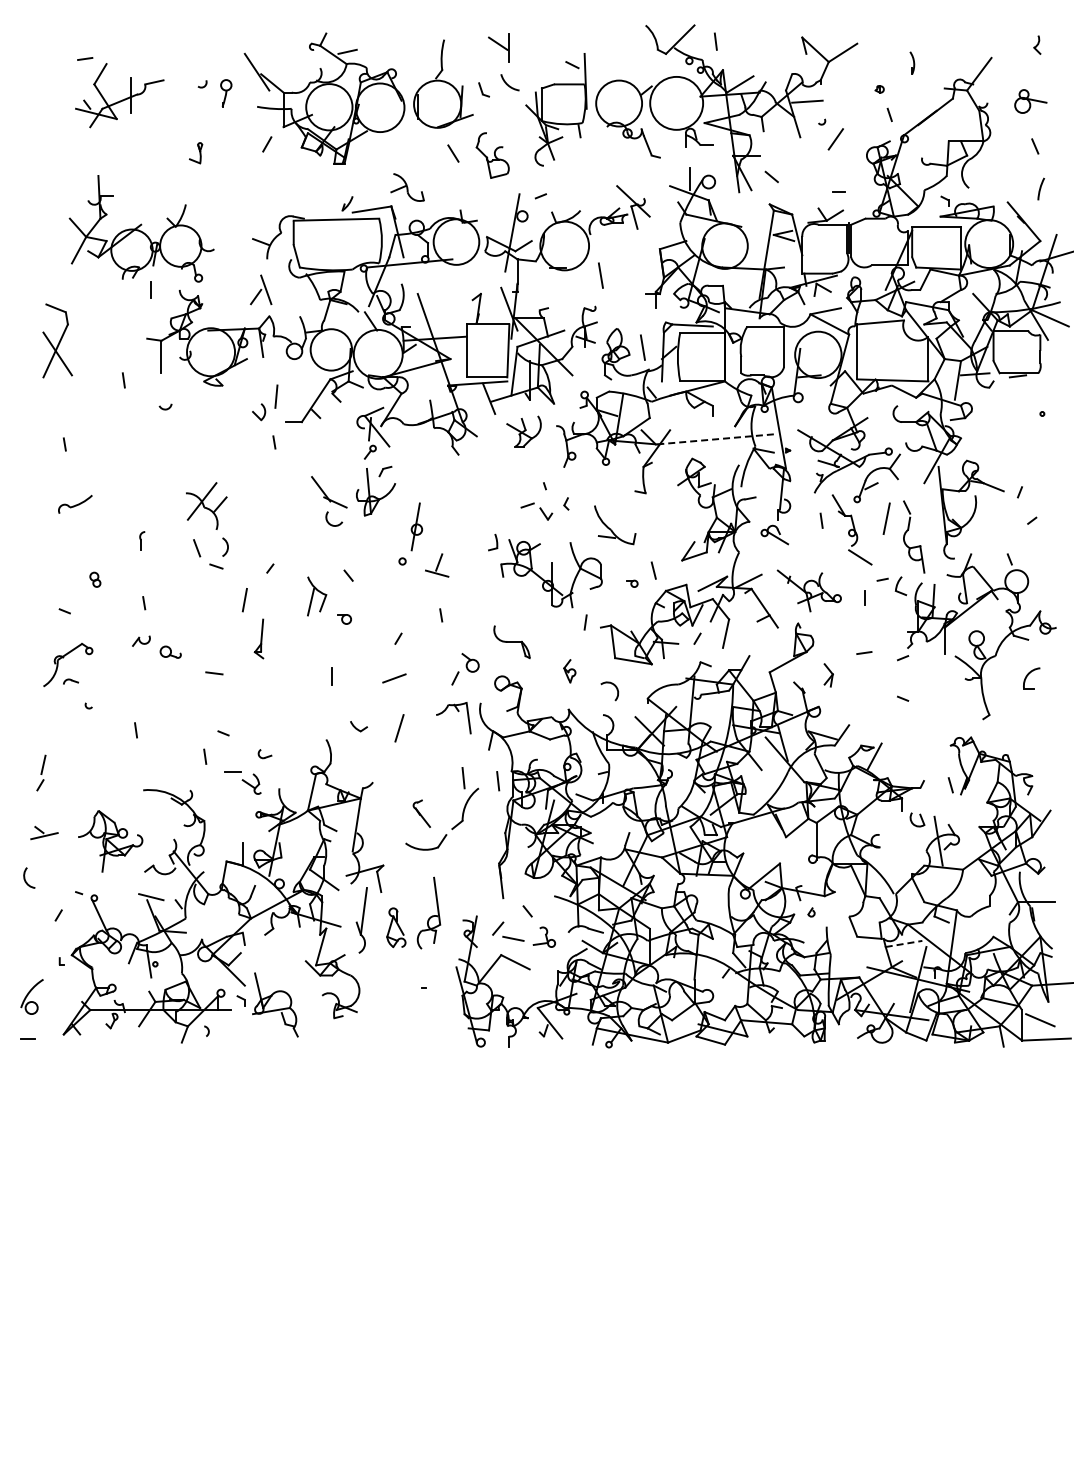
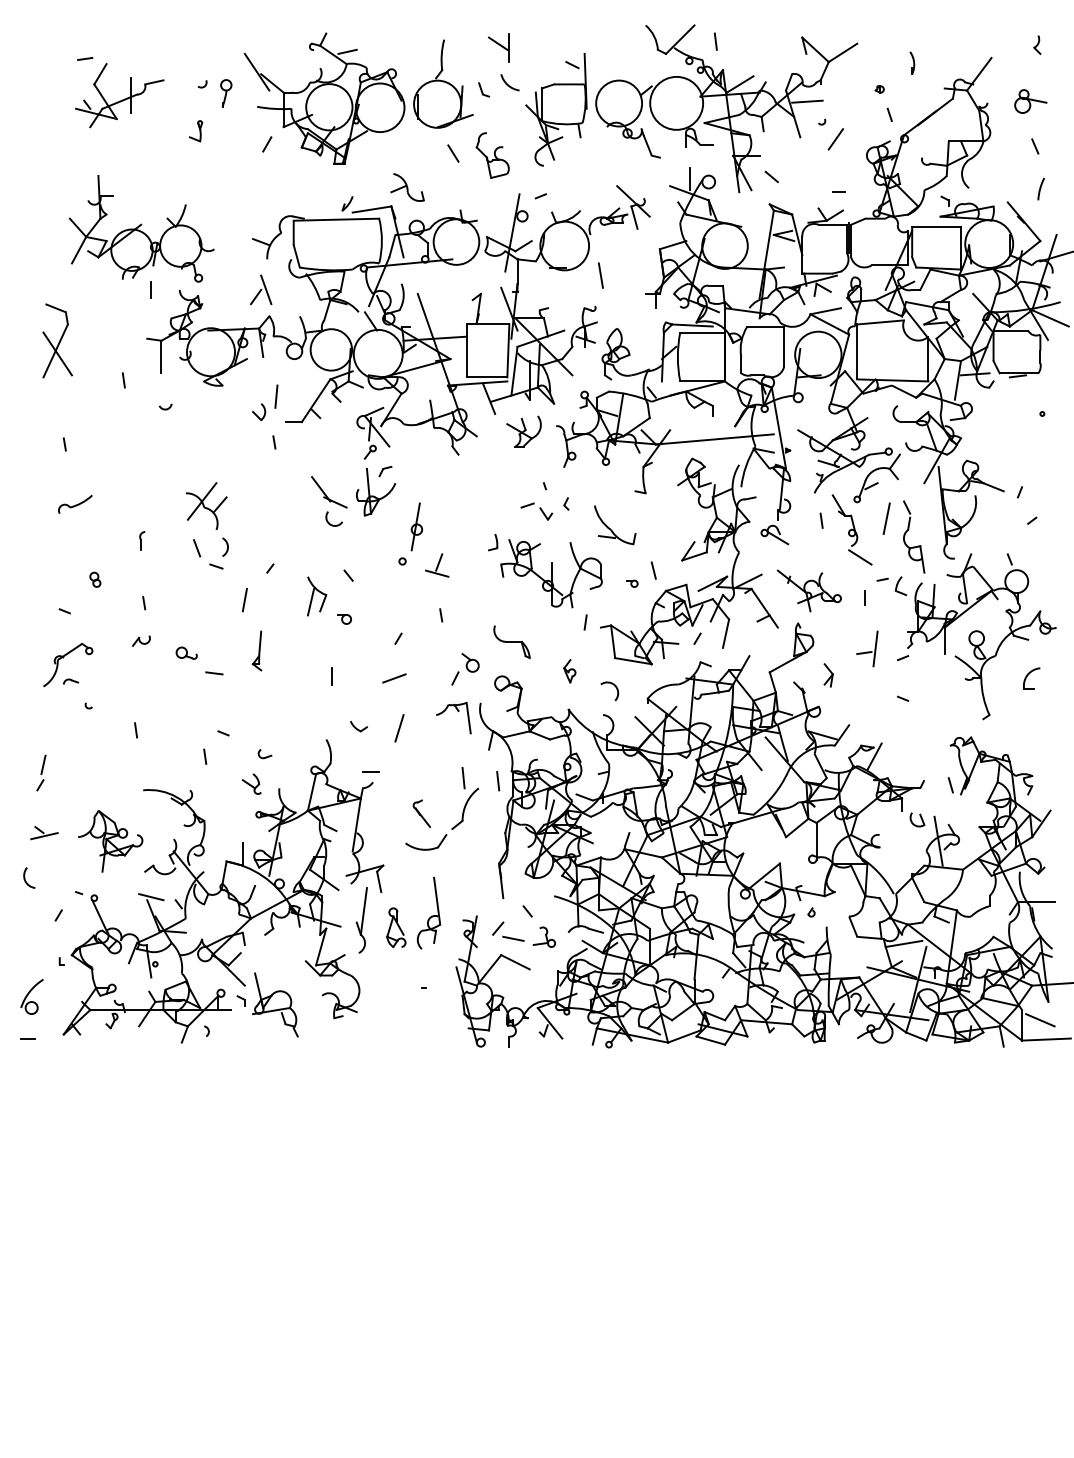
part at (196, 153) position: (196, 153) -> (196, 131)
line at (642, 347): present -> none
line at (714, 439): dashed -> solid
part at (258, 638) position: (258, 638) -> (256, 650)
line at (875, 648): none -> present
part at (170, 651) position: (170, 651) -> (186, 652)
line at (232, 771) position: (232, 771) -> (370, 771)
line at (904, 943): dashed -> solid
